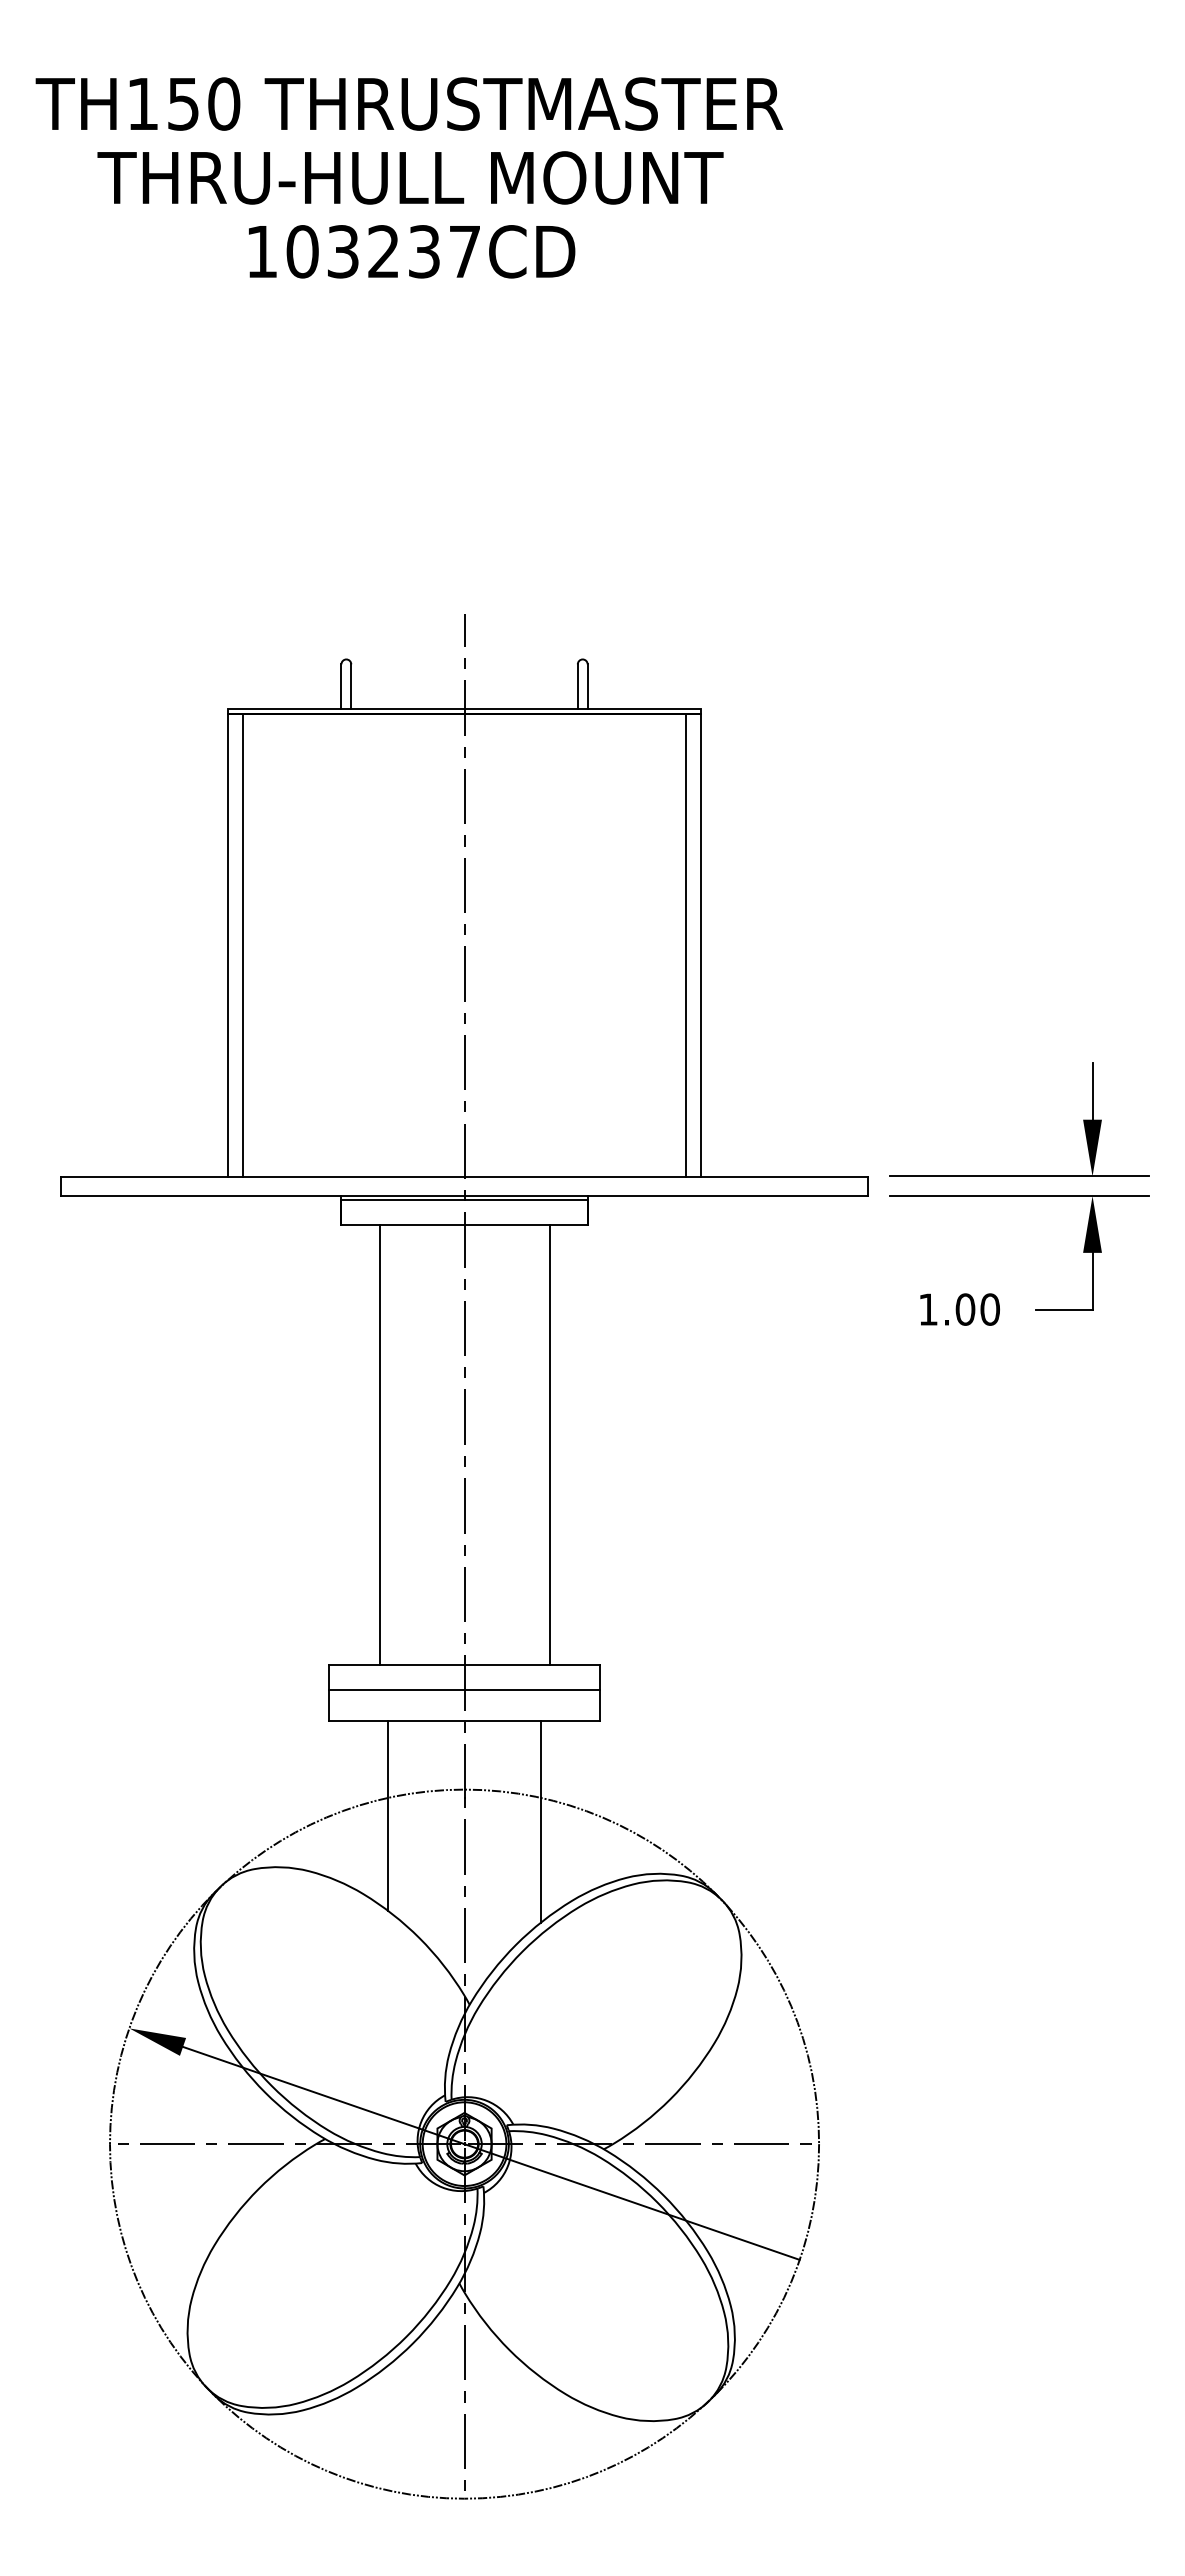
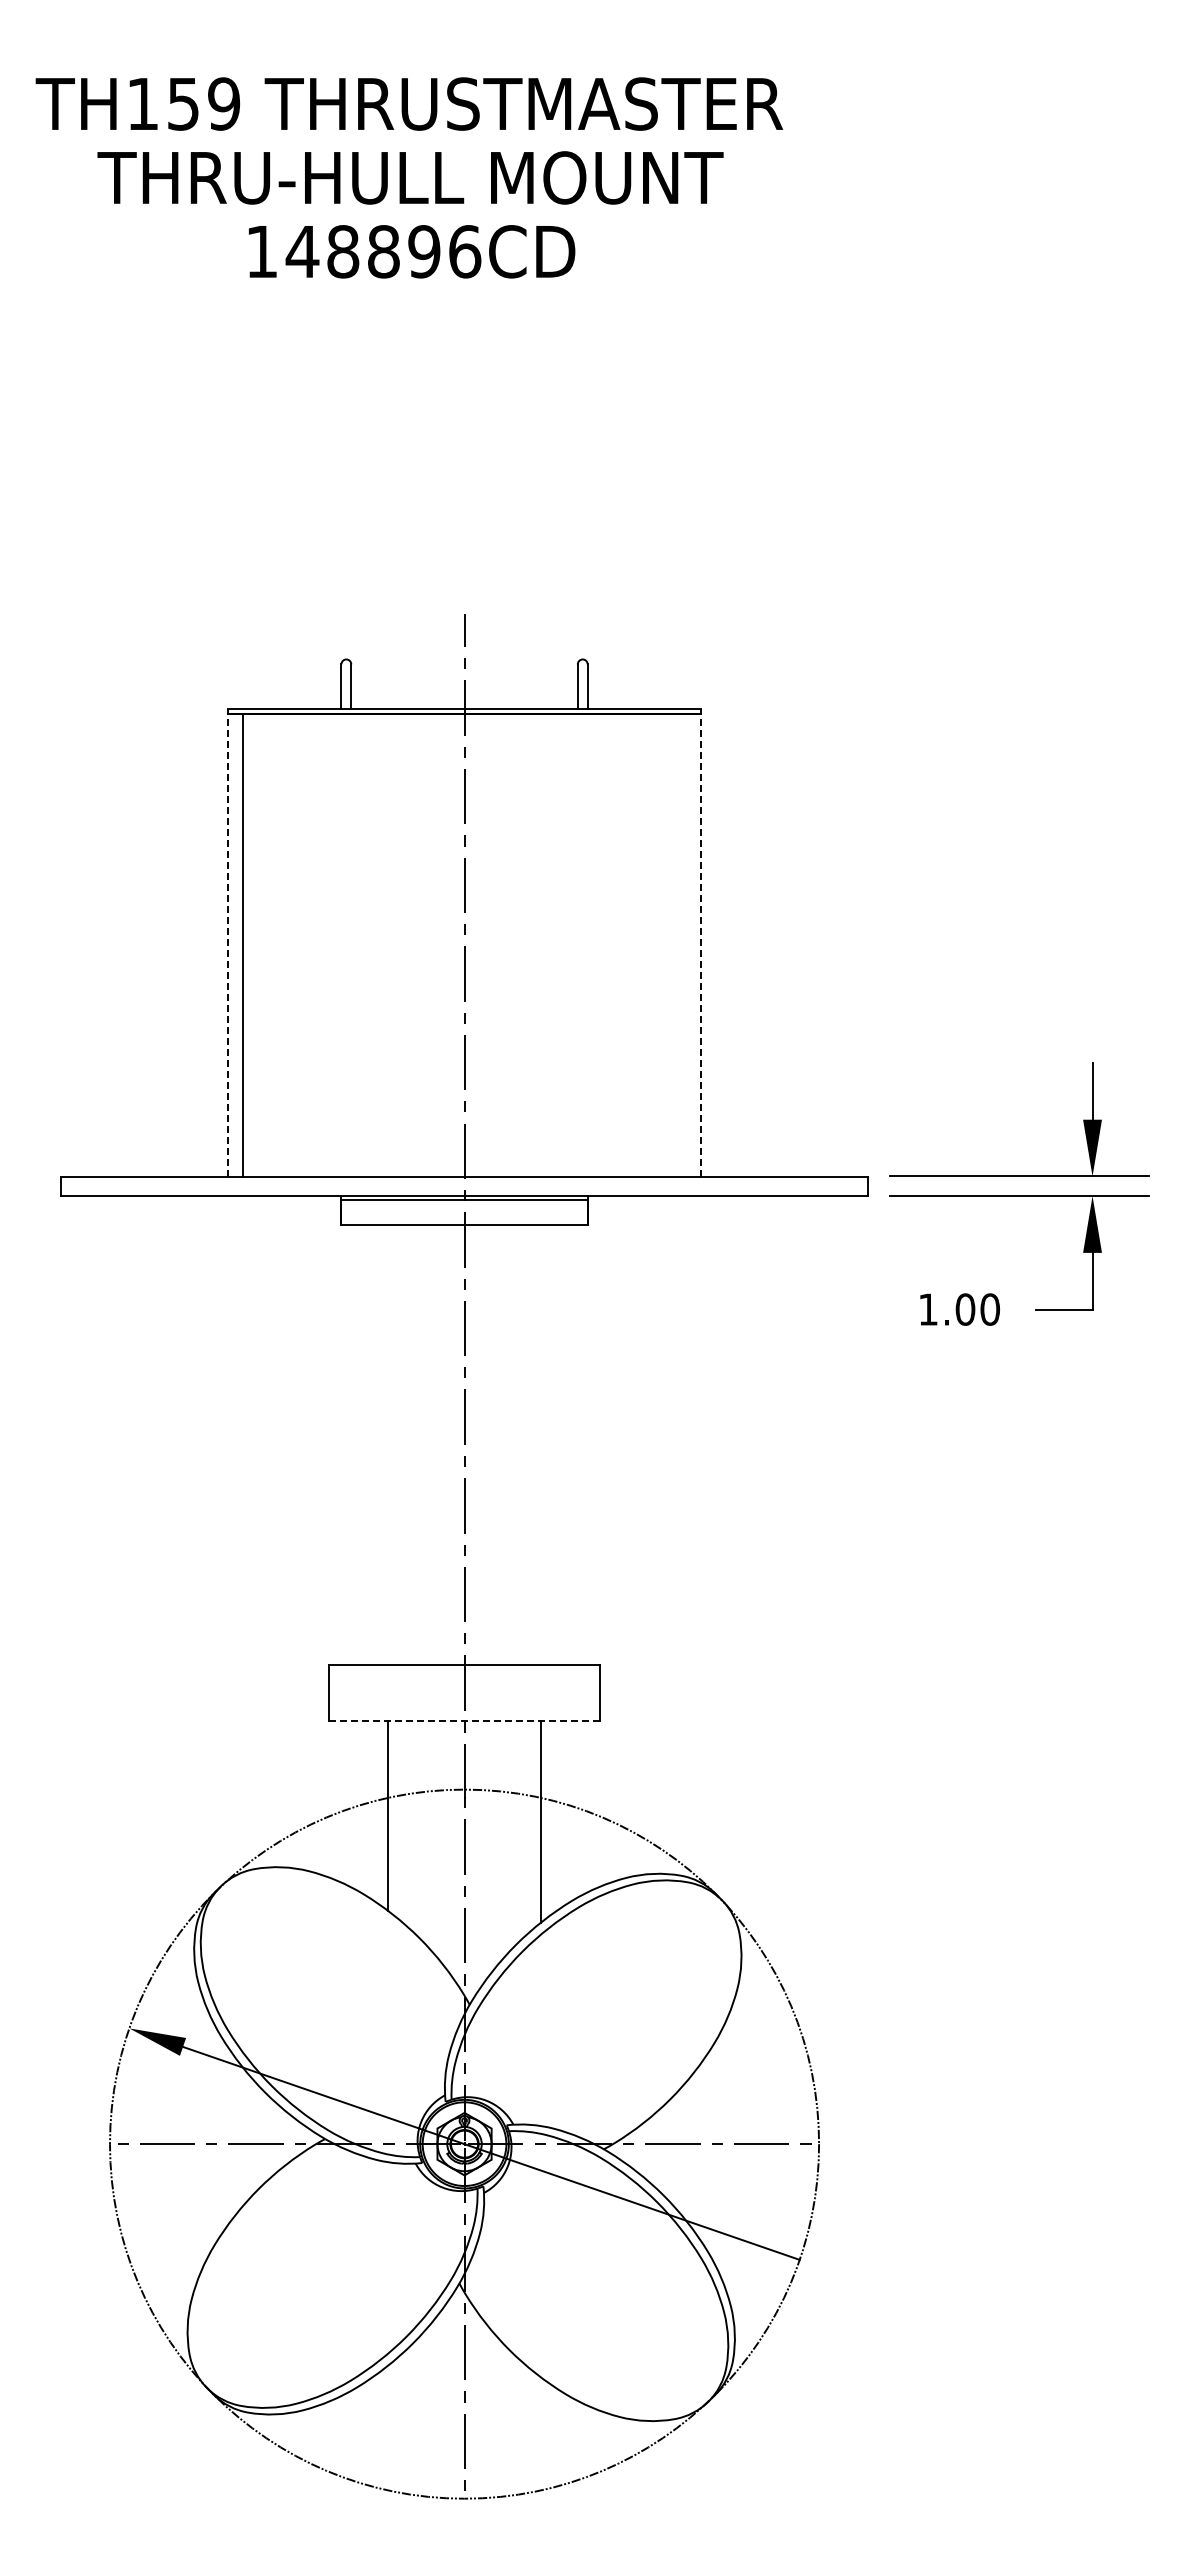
text at (224, 103): TH150 -> TH159
text at (383, 251): 103237CD -> 148896CD
line at (228, 944): solid -> dashed
line at (686, 944): present -> none
line at (700, 944): solid -> dashed
line at (379, 1444): present -> none
line at (549, 1444): present -> none
line at (464, 1689): present -> none
line at (465, 1720): solid -> dashed
